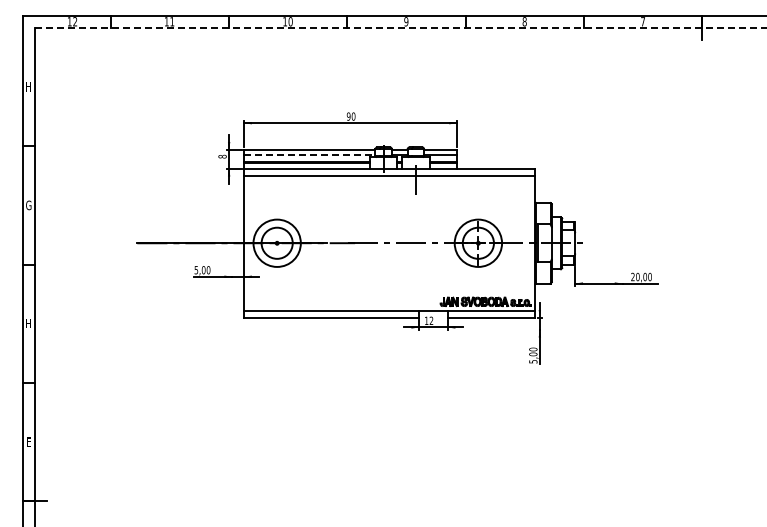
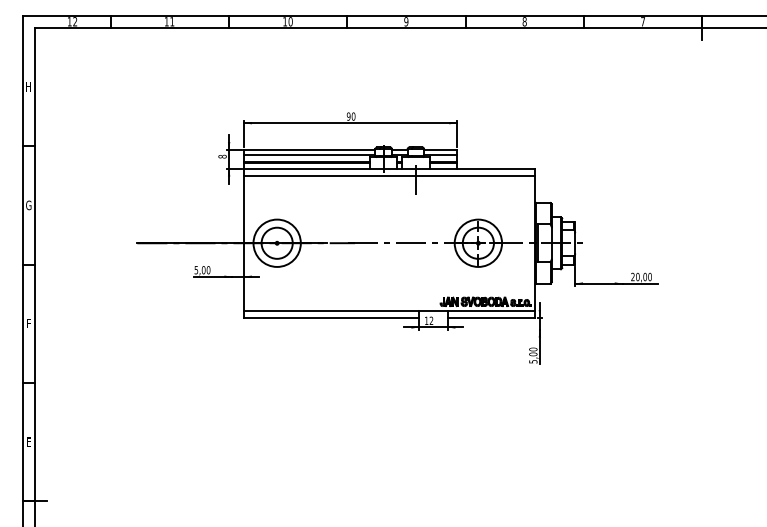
line at (400, 27): dashed -> solid
line at (309, 154): dashed -> solid
text at (28, 323): H -> F
